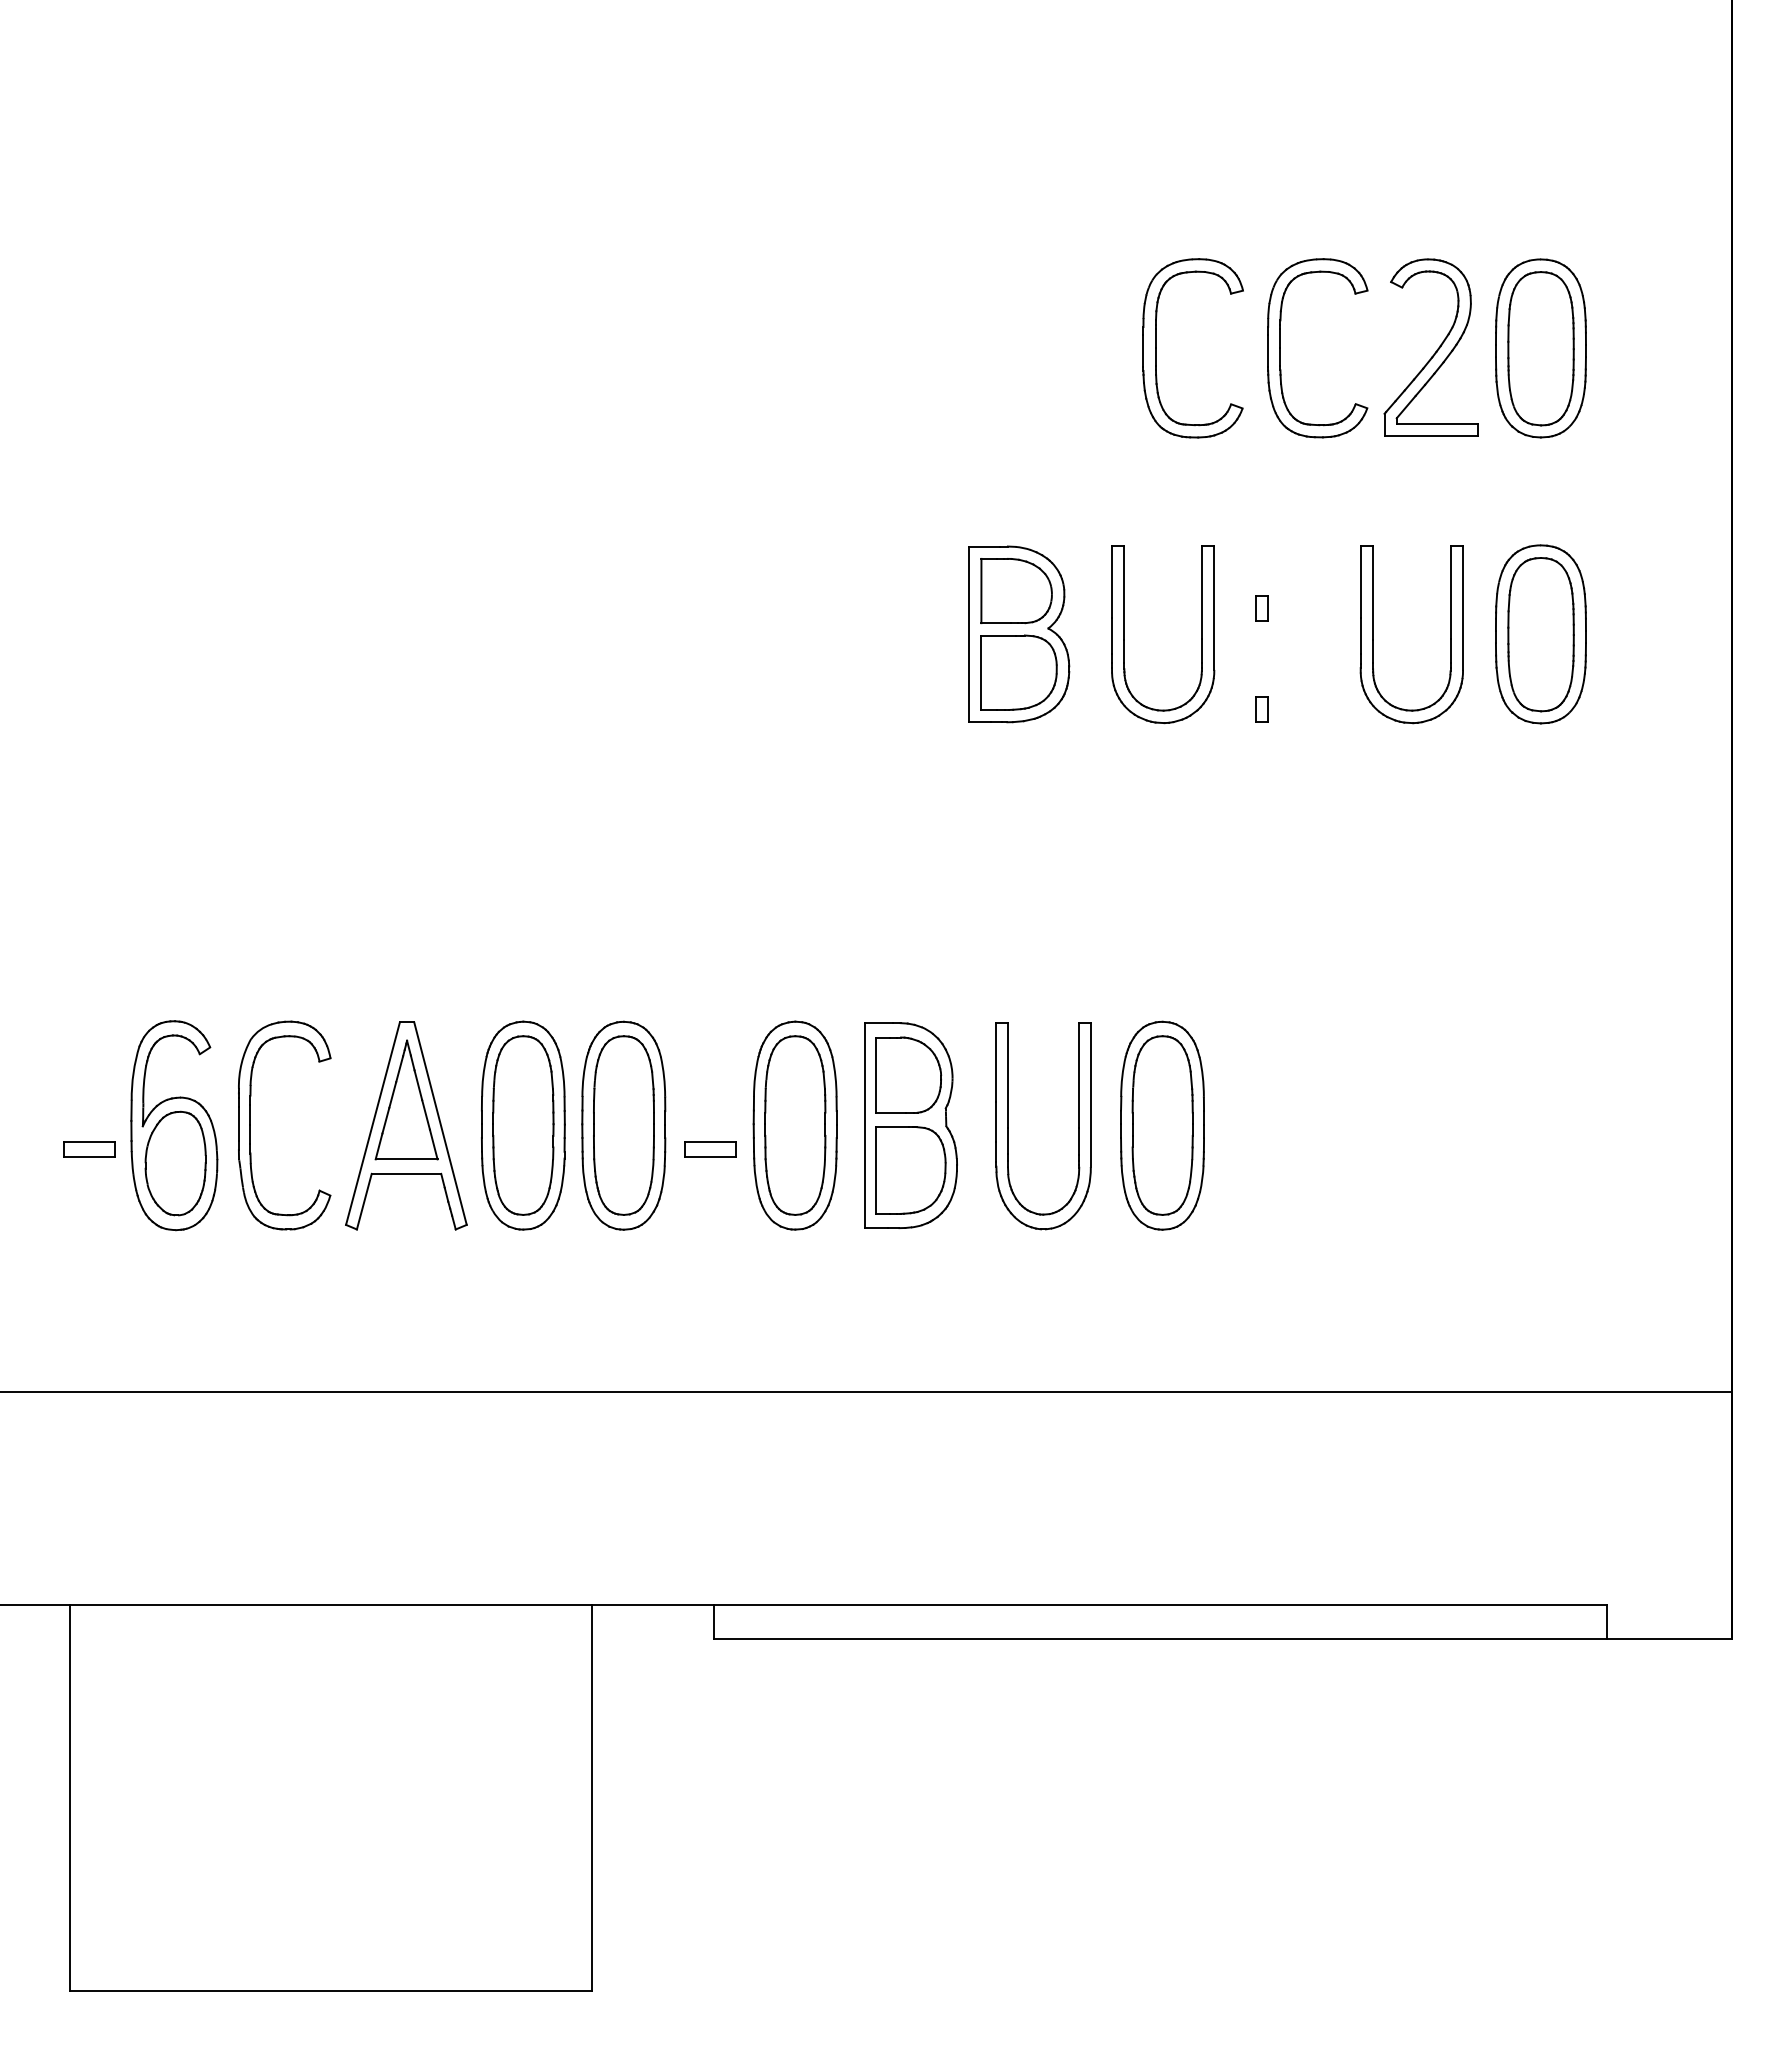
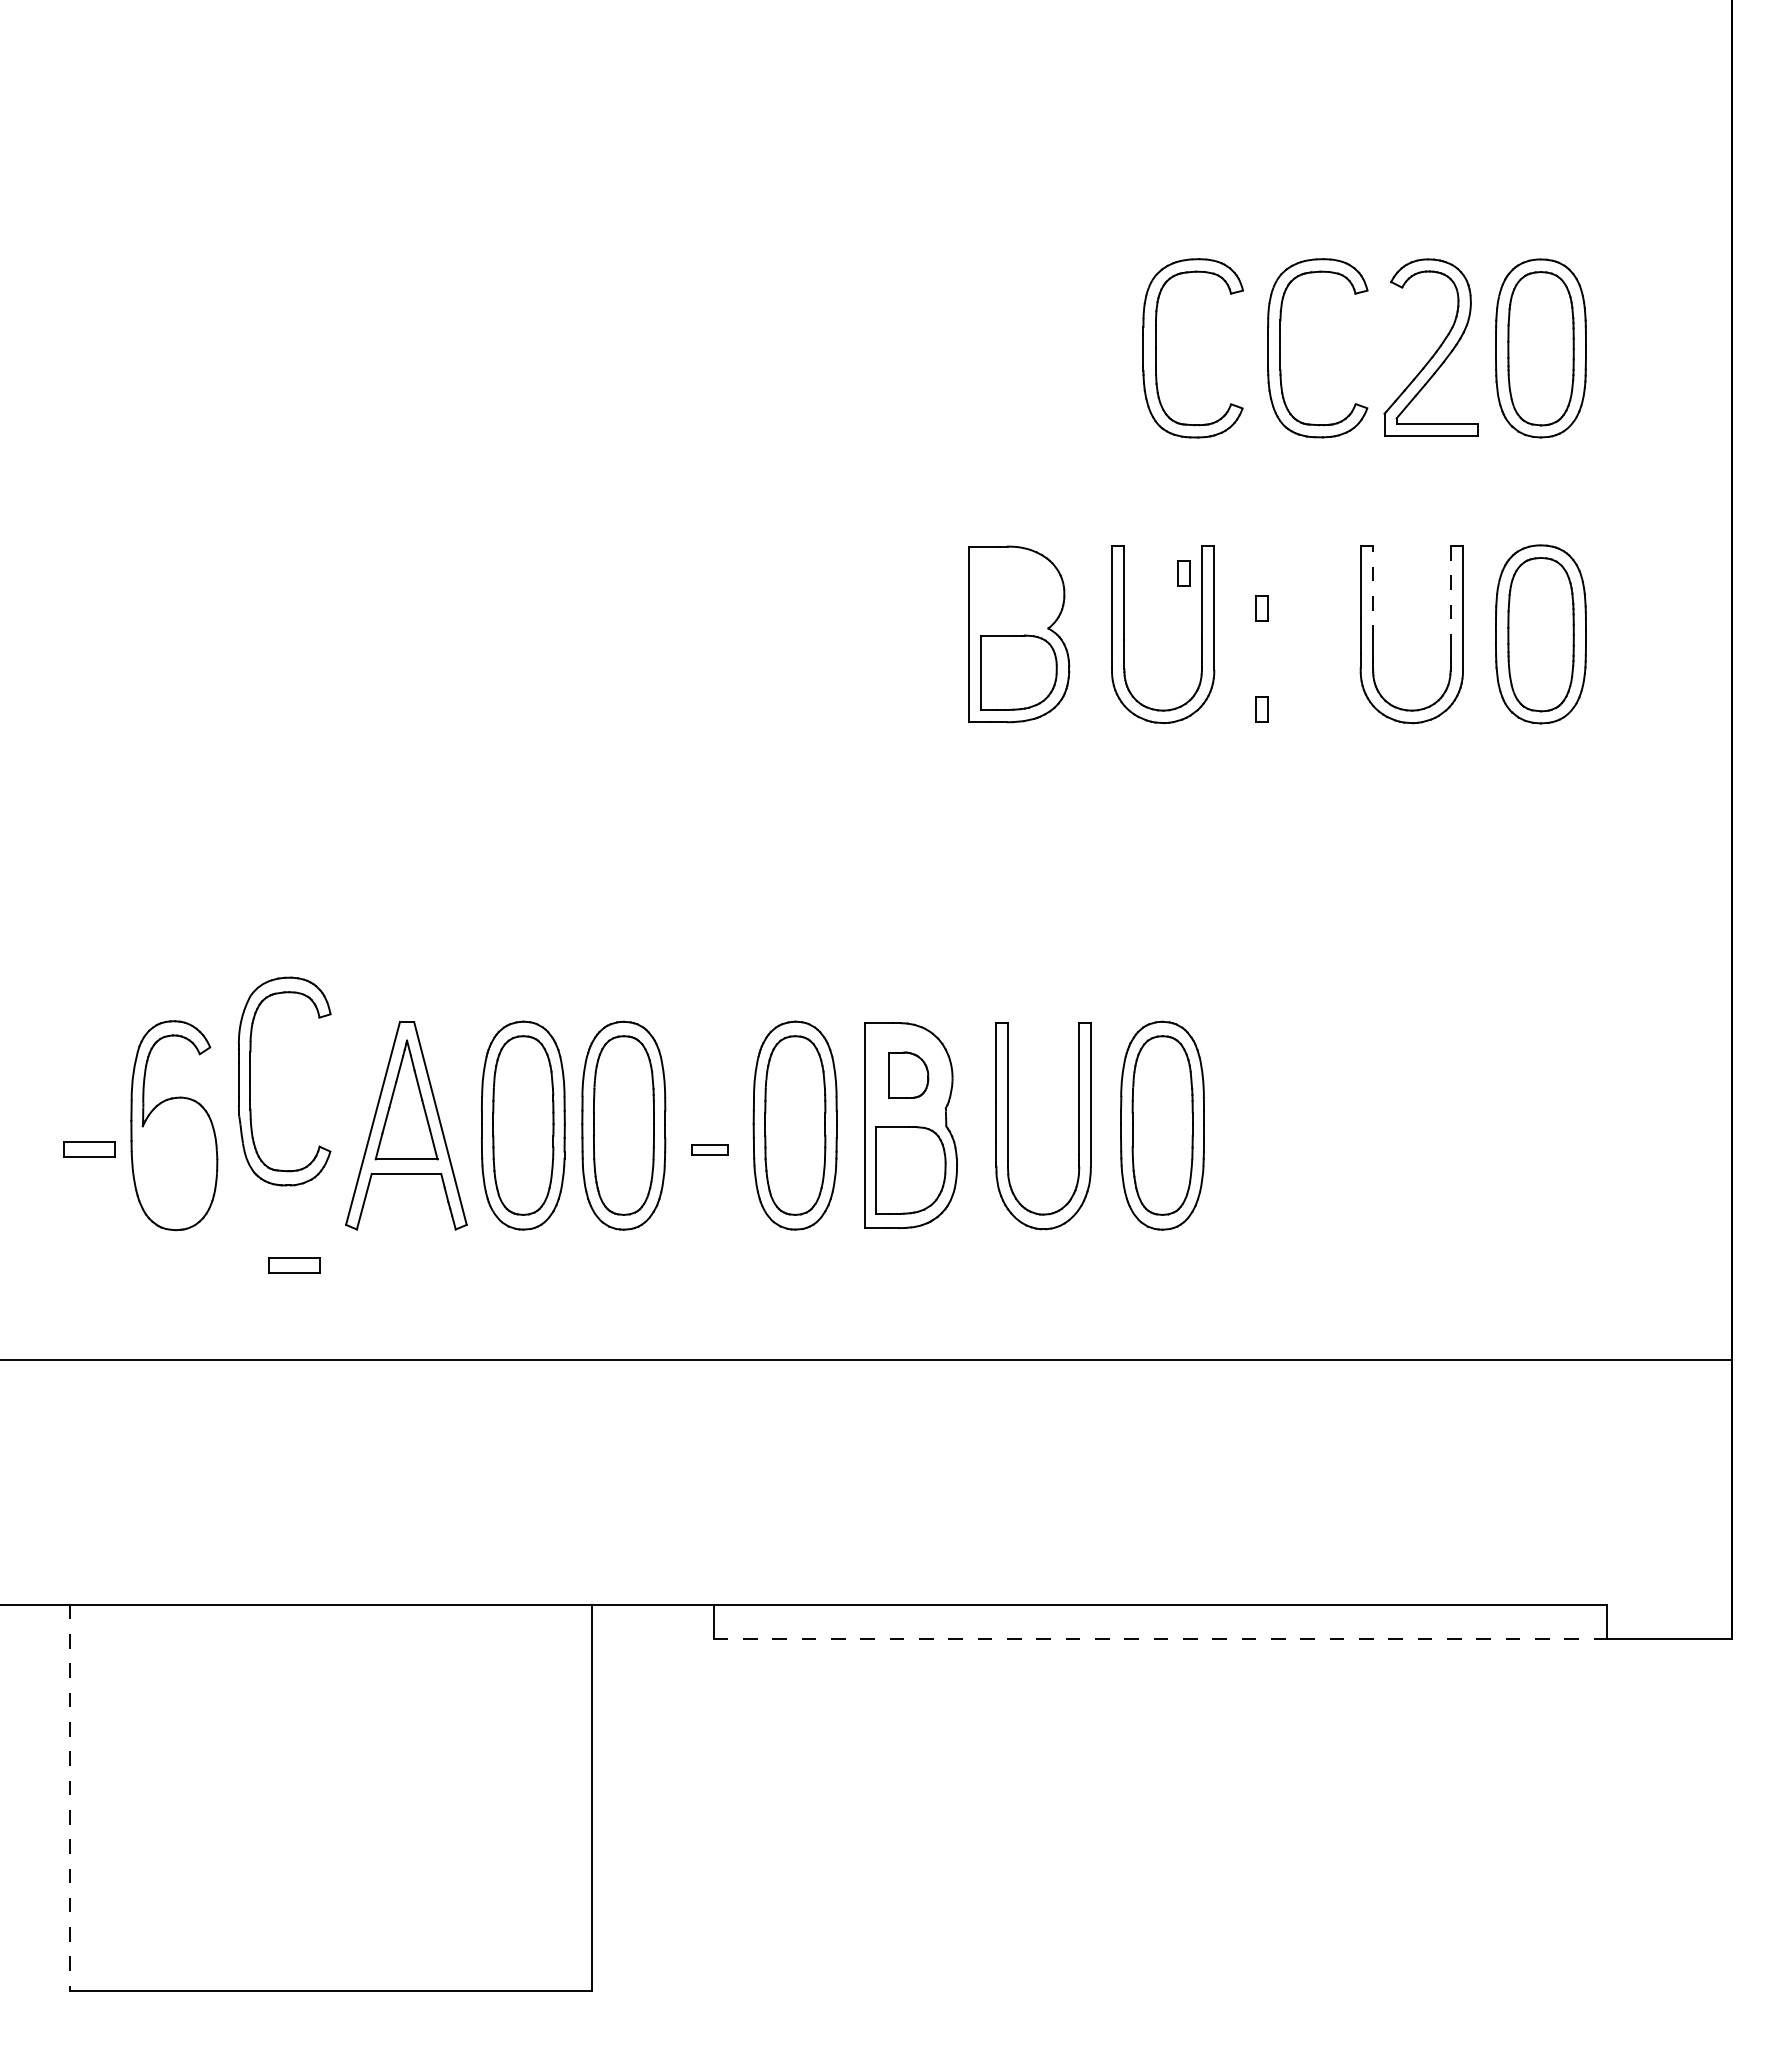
part at (1183, 573): none -> present
part at (1016, 591): present -> none
line at (1373, 592): solid -> dashed
line at (1450, 592): solid -> dashed
part at (908, 1074) size: 68x78 px -> 42x48 px
part at (250, 1125) position: (250, 1125) -> (250, 1081)
part at (710, 1149) size: 53x17 px -> 38x12 px
part at (175, 1163): present -> none
part at (294, 1265): none -> present
line at (867, 1391) position: (867, 1391) -> (867, 1359)
line at (1160, 1638): solid -> dashed
line at (69, 1797): solid -> dashed
